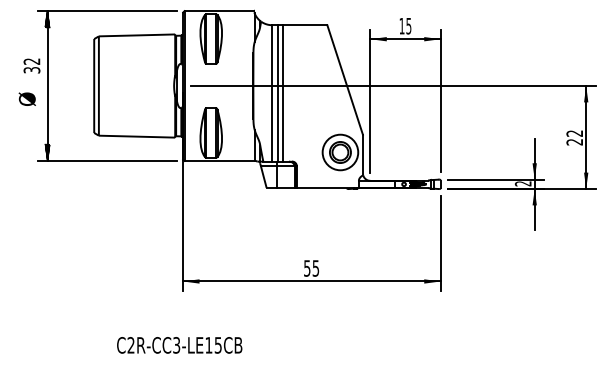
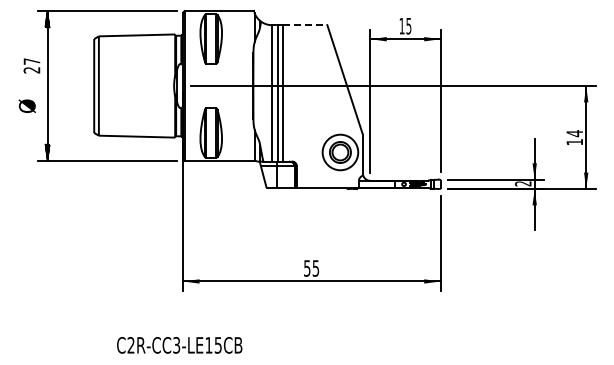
line at (305, 25): solid -> dashed
text at (31, 65): 32 -> 27
text at (26, 98) position: (26, 98) -> (26, 105)
text at (574, 137): 22 -> 14
